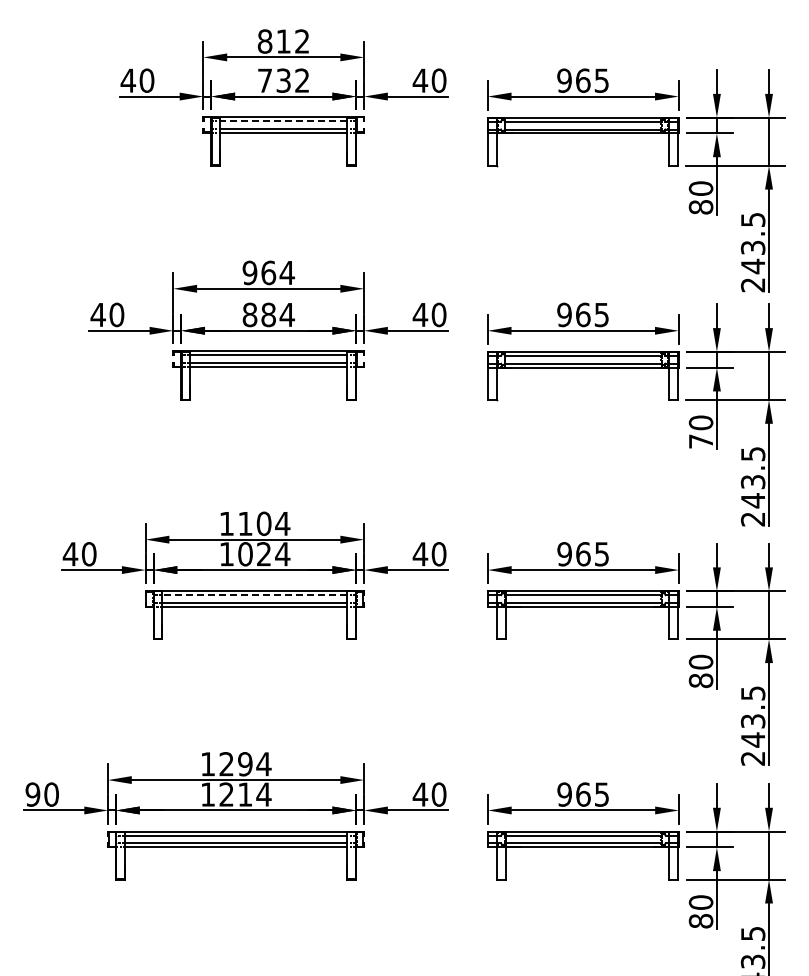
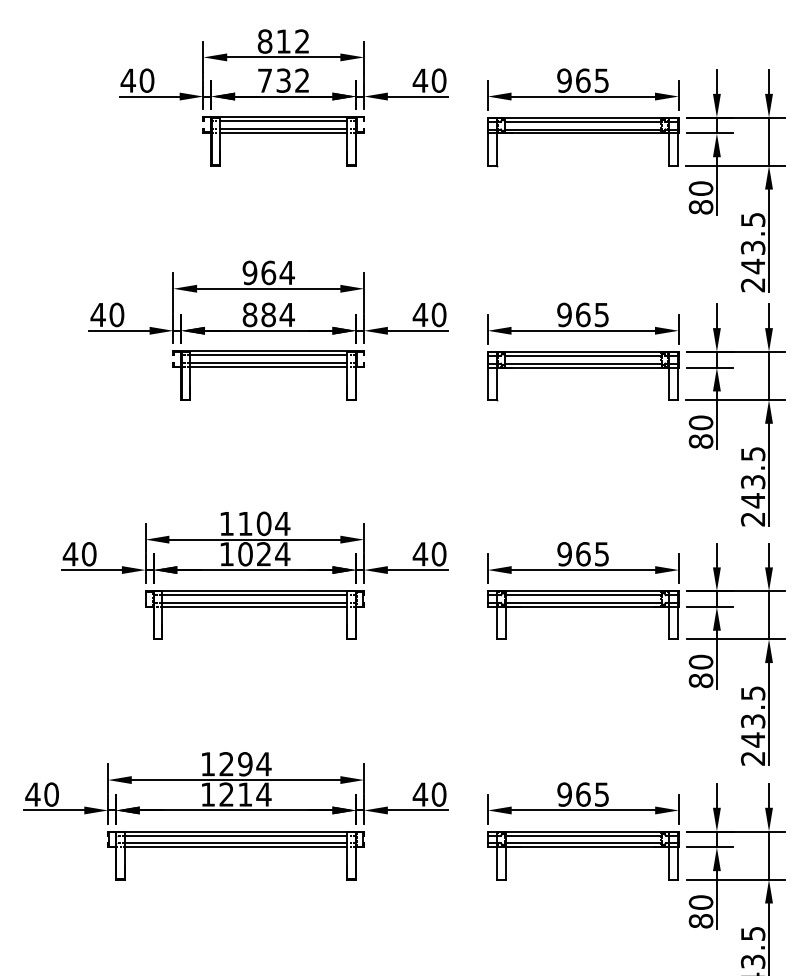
line at (283, 121): dashed -> solid
text at (700, 441): 70 -> 80
line at (254, 595): dashed -> solid
text at (32, 794): 90 -> 40
